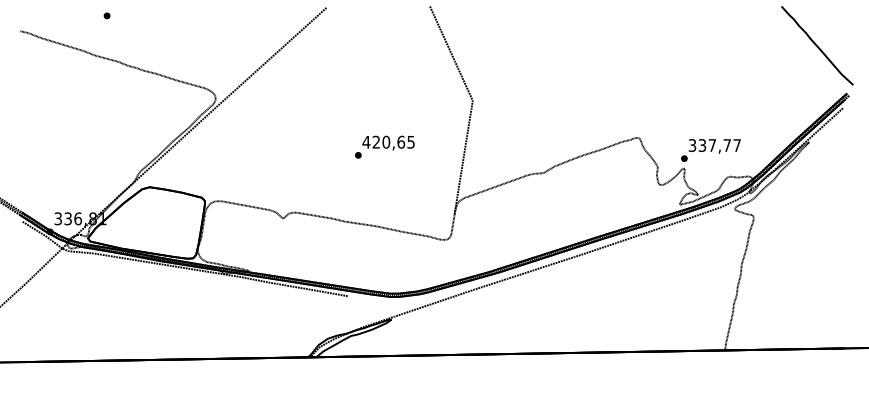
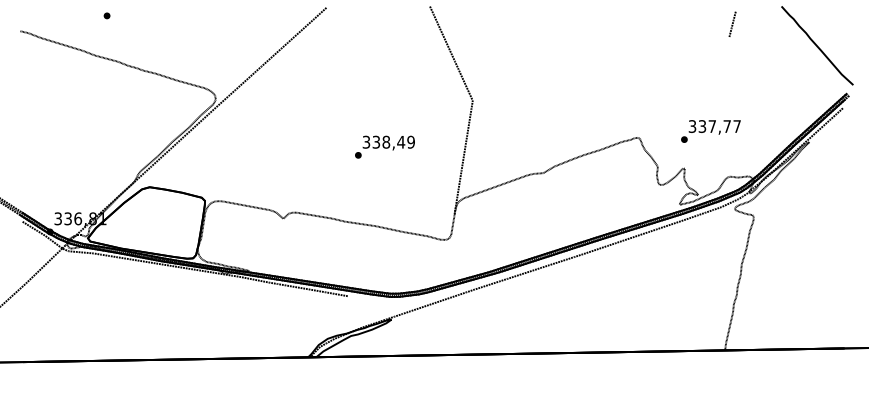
line at (732, 23): none -> present
text at (388, 141): 420,65 -> 338,49
text at (710, 150) position: (710, 150) -> (710, 131)
